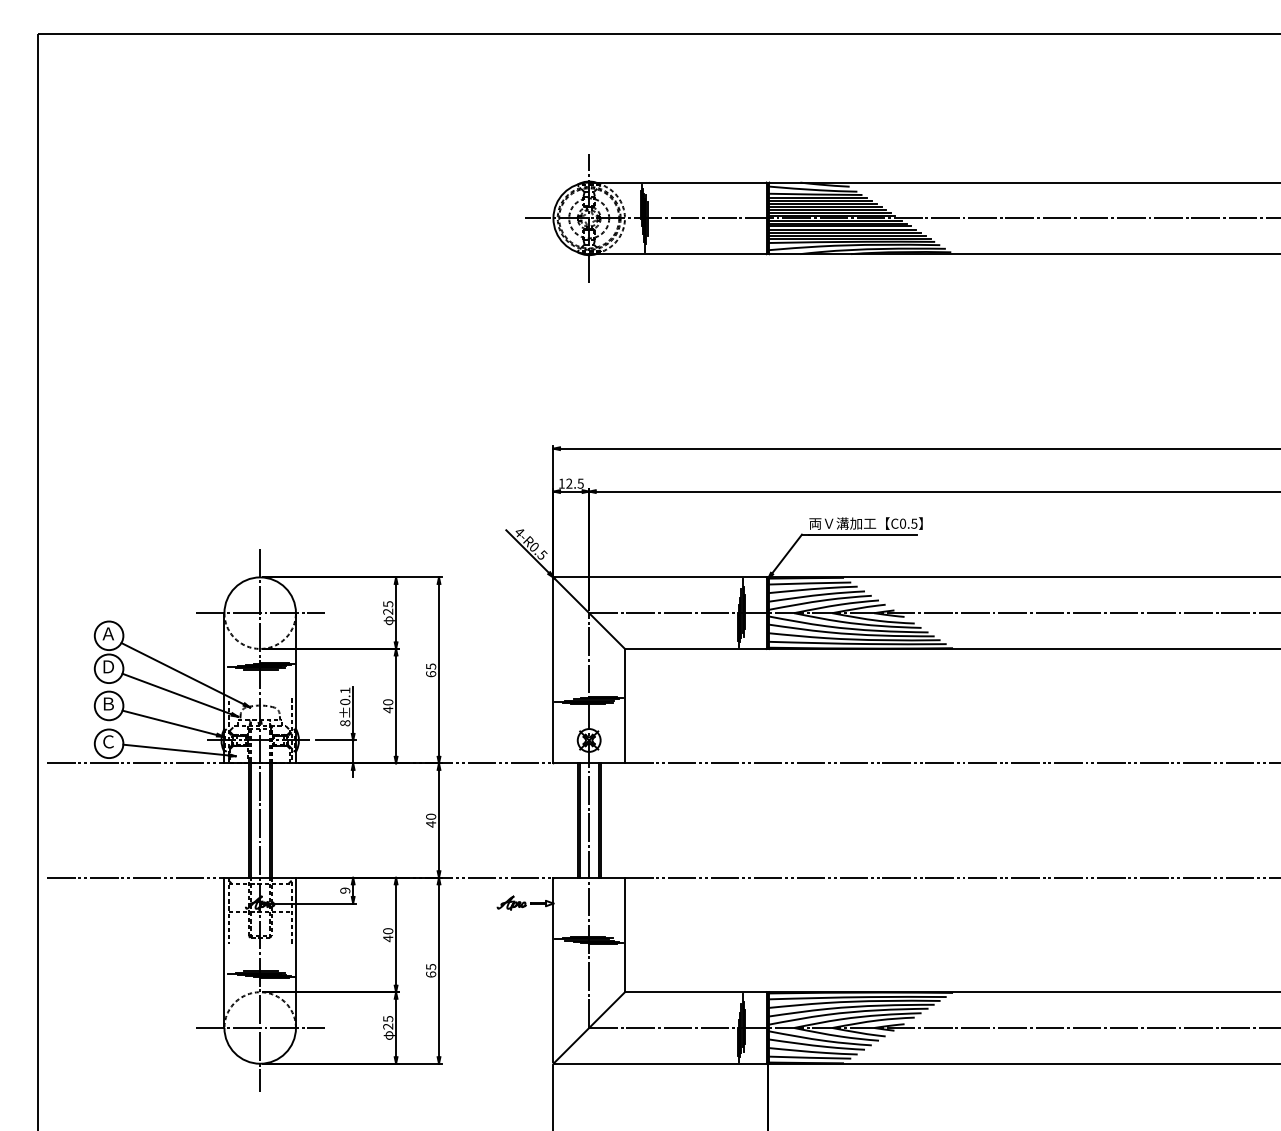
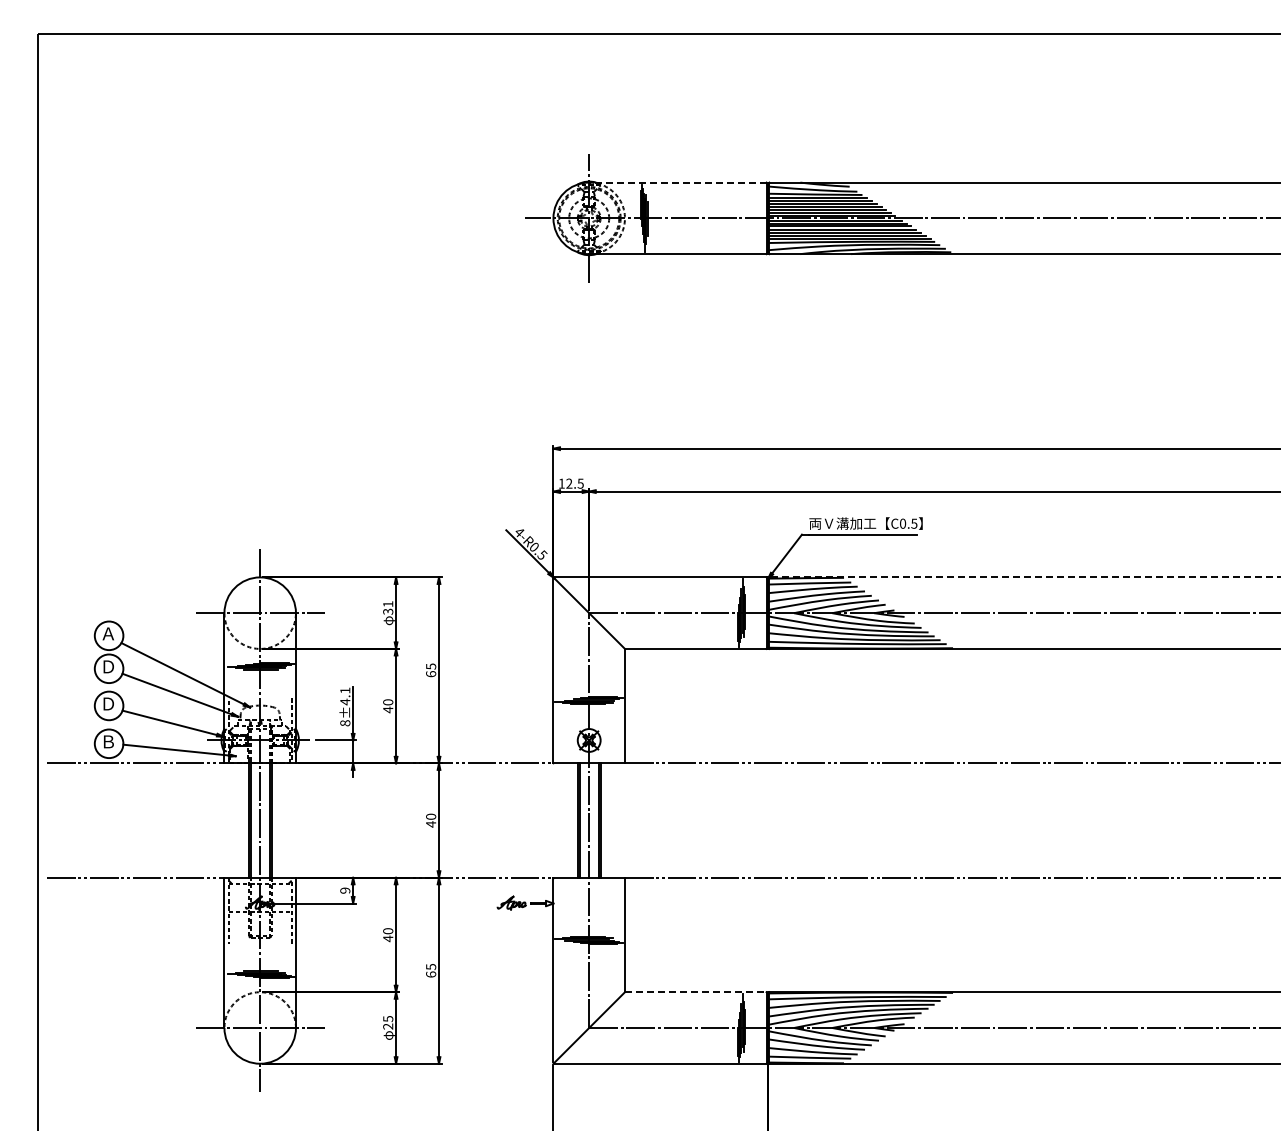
line at (677, 182): solid -> dashed
line at (1024, 577): solid -> dashed
text at (388, 607): 25 -> 31
text at (345, 701): 8±0.1 -> 8±4.1
text at (108, 703): Ｂ -> Ｄ
text at (108, 741): Ｃ -> Ｂ
line at (695, 992): solid -> dashed
